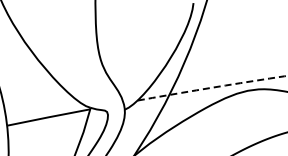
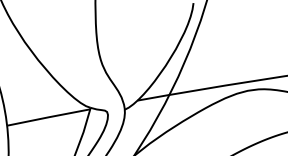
line at (211, 87): dashed -> solid
